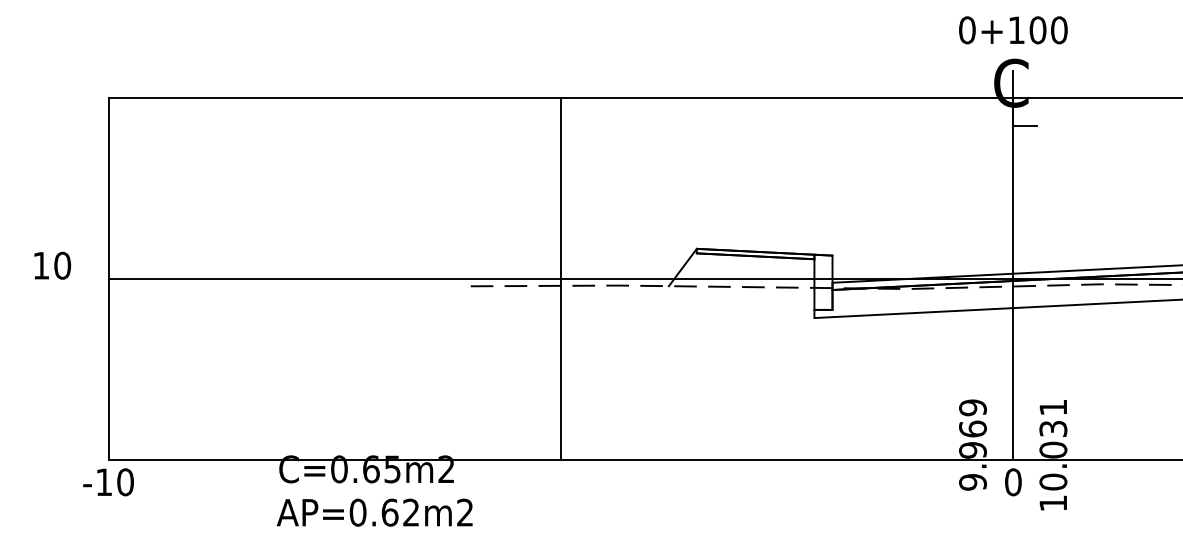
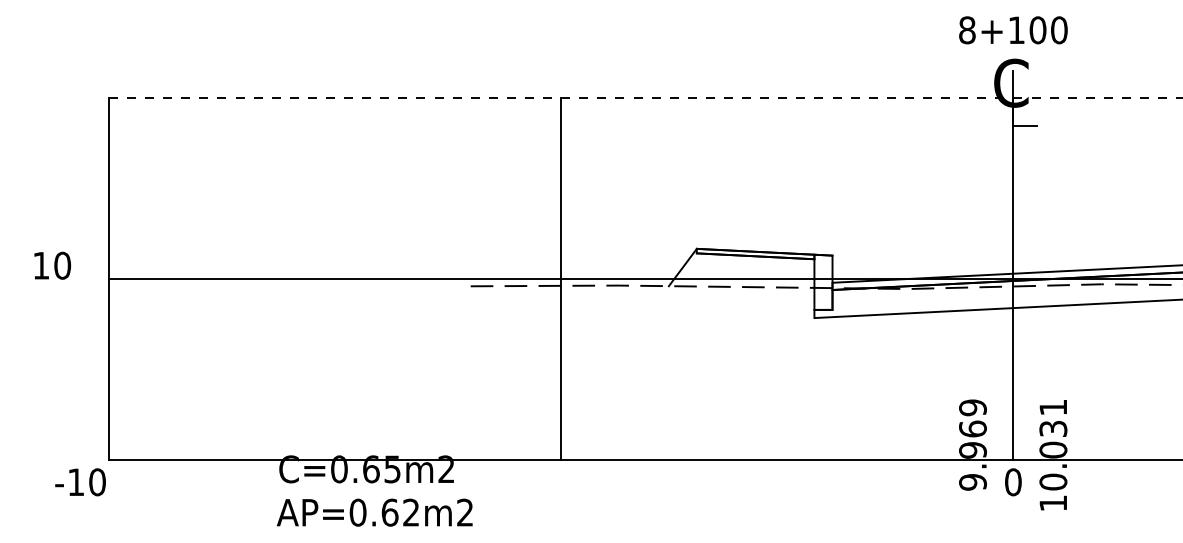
text at (967, 30): 0+100 -> 8+100
line at (645, 98): solid -> dashed
text at (108, 482) position: (108, 482) -> (80, 482)
